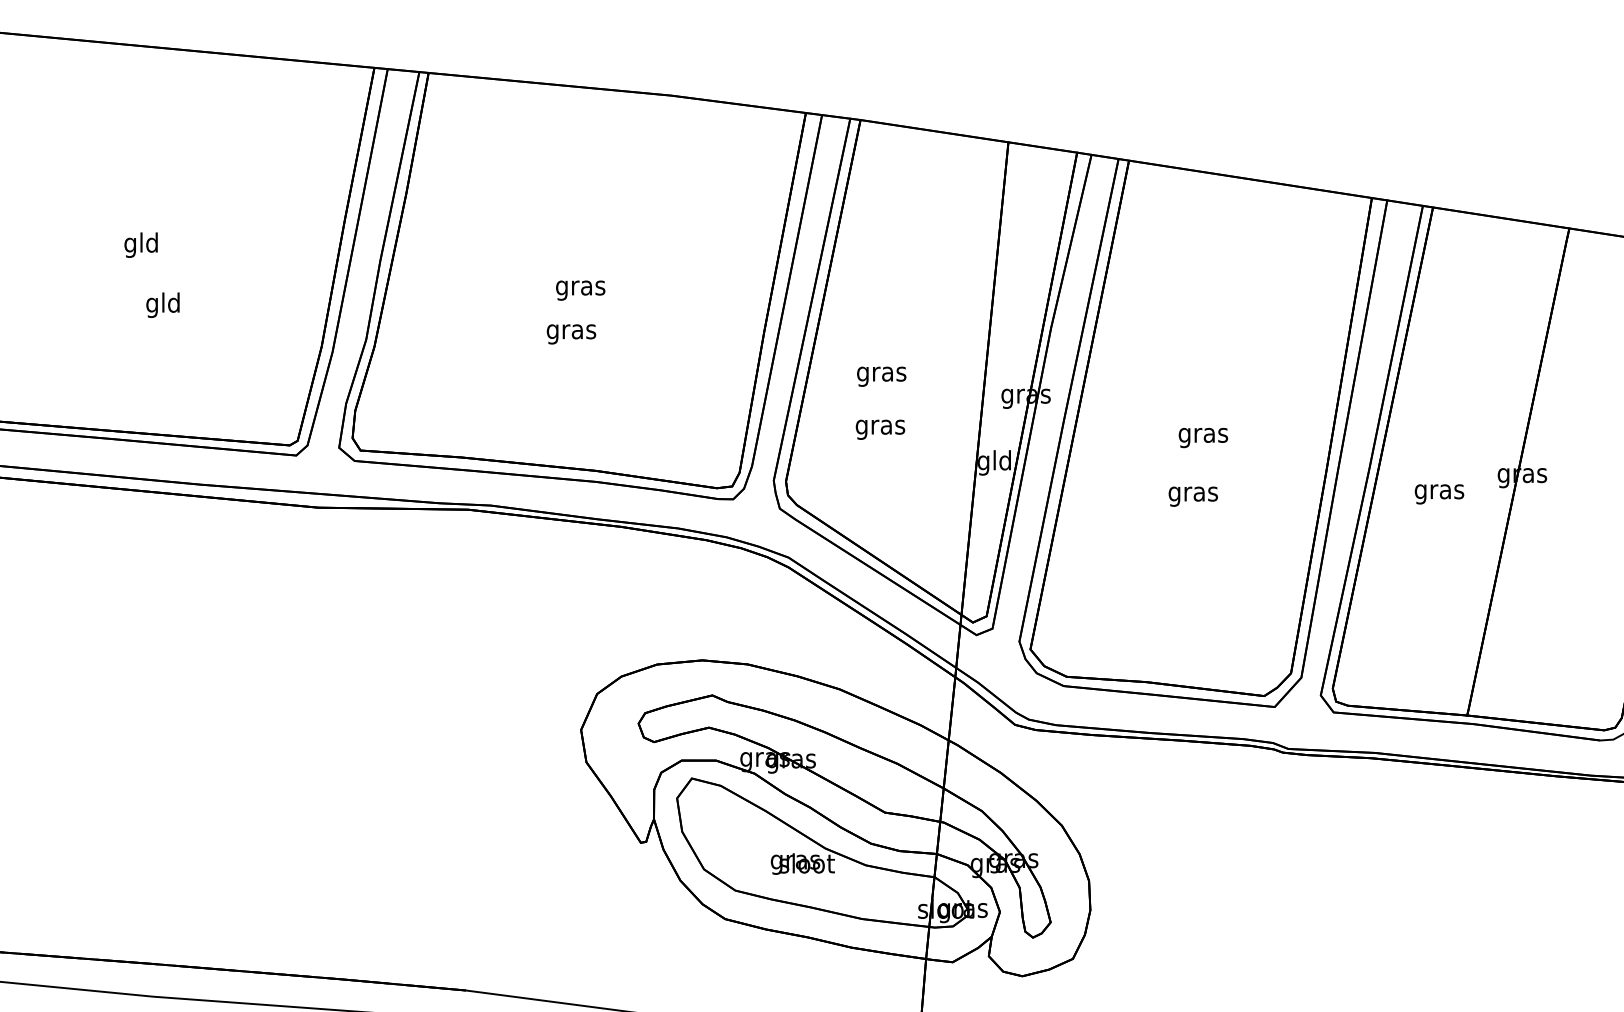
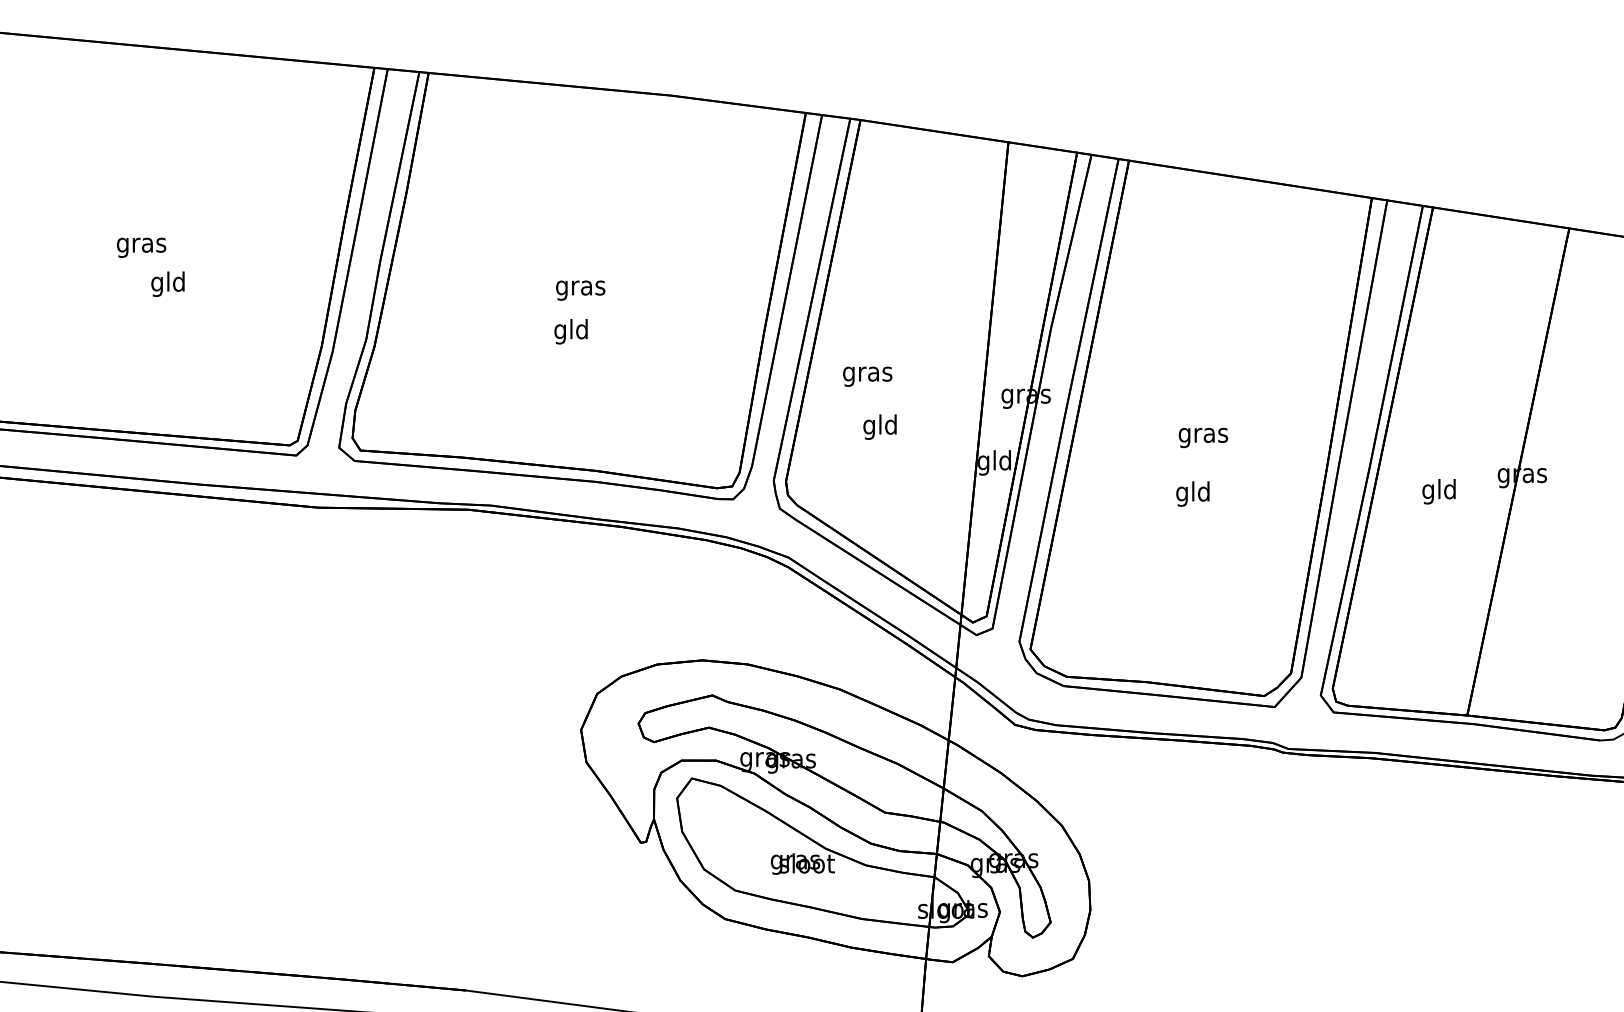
text at (141, 244): gld -> gras
text at (162, 304) position: (162, 304) -> (167, 283)
text at (571, 331): gras -> gld
text at (881, 376) position: (881, 376) -> (867, 376)
text at (880, 426): gras -> gld
text at (1439, 491): gras -> gld
text at (1192, 493): gras -> gld
